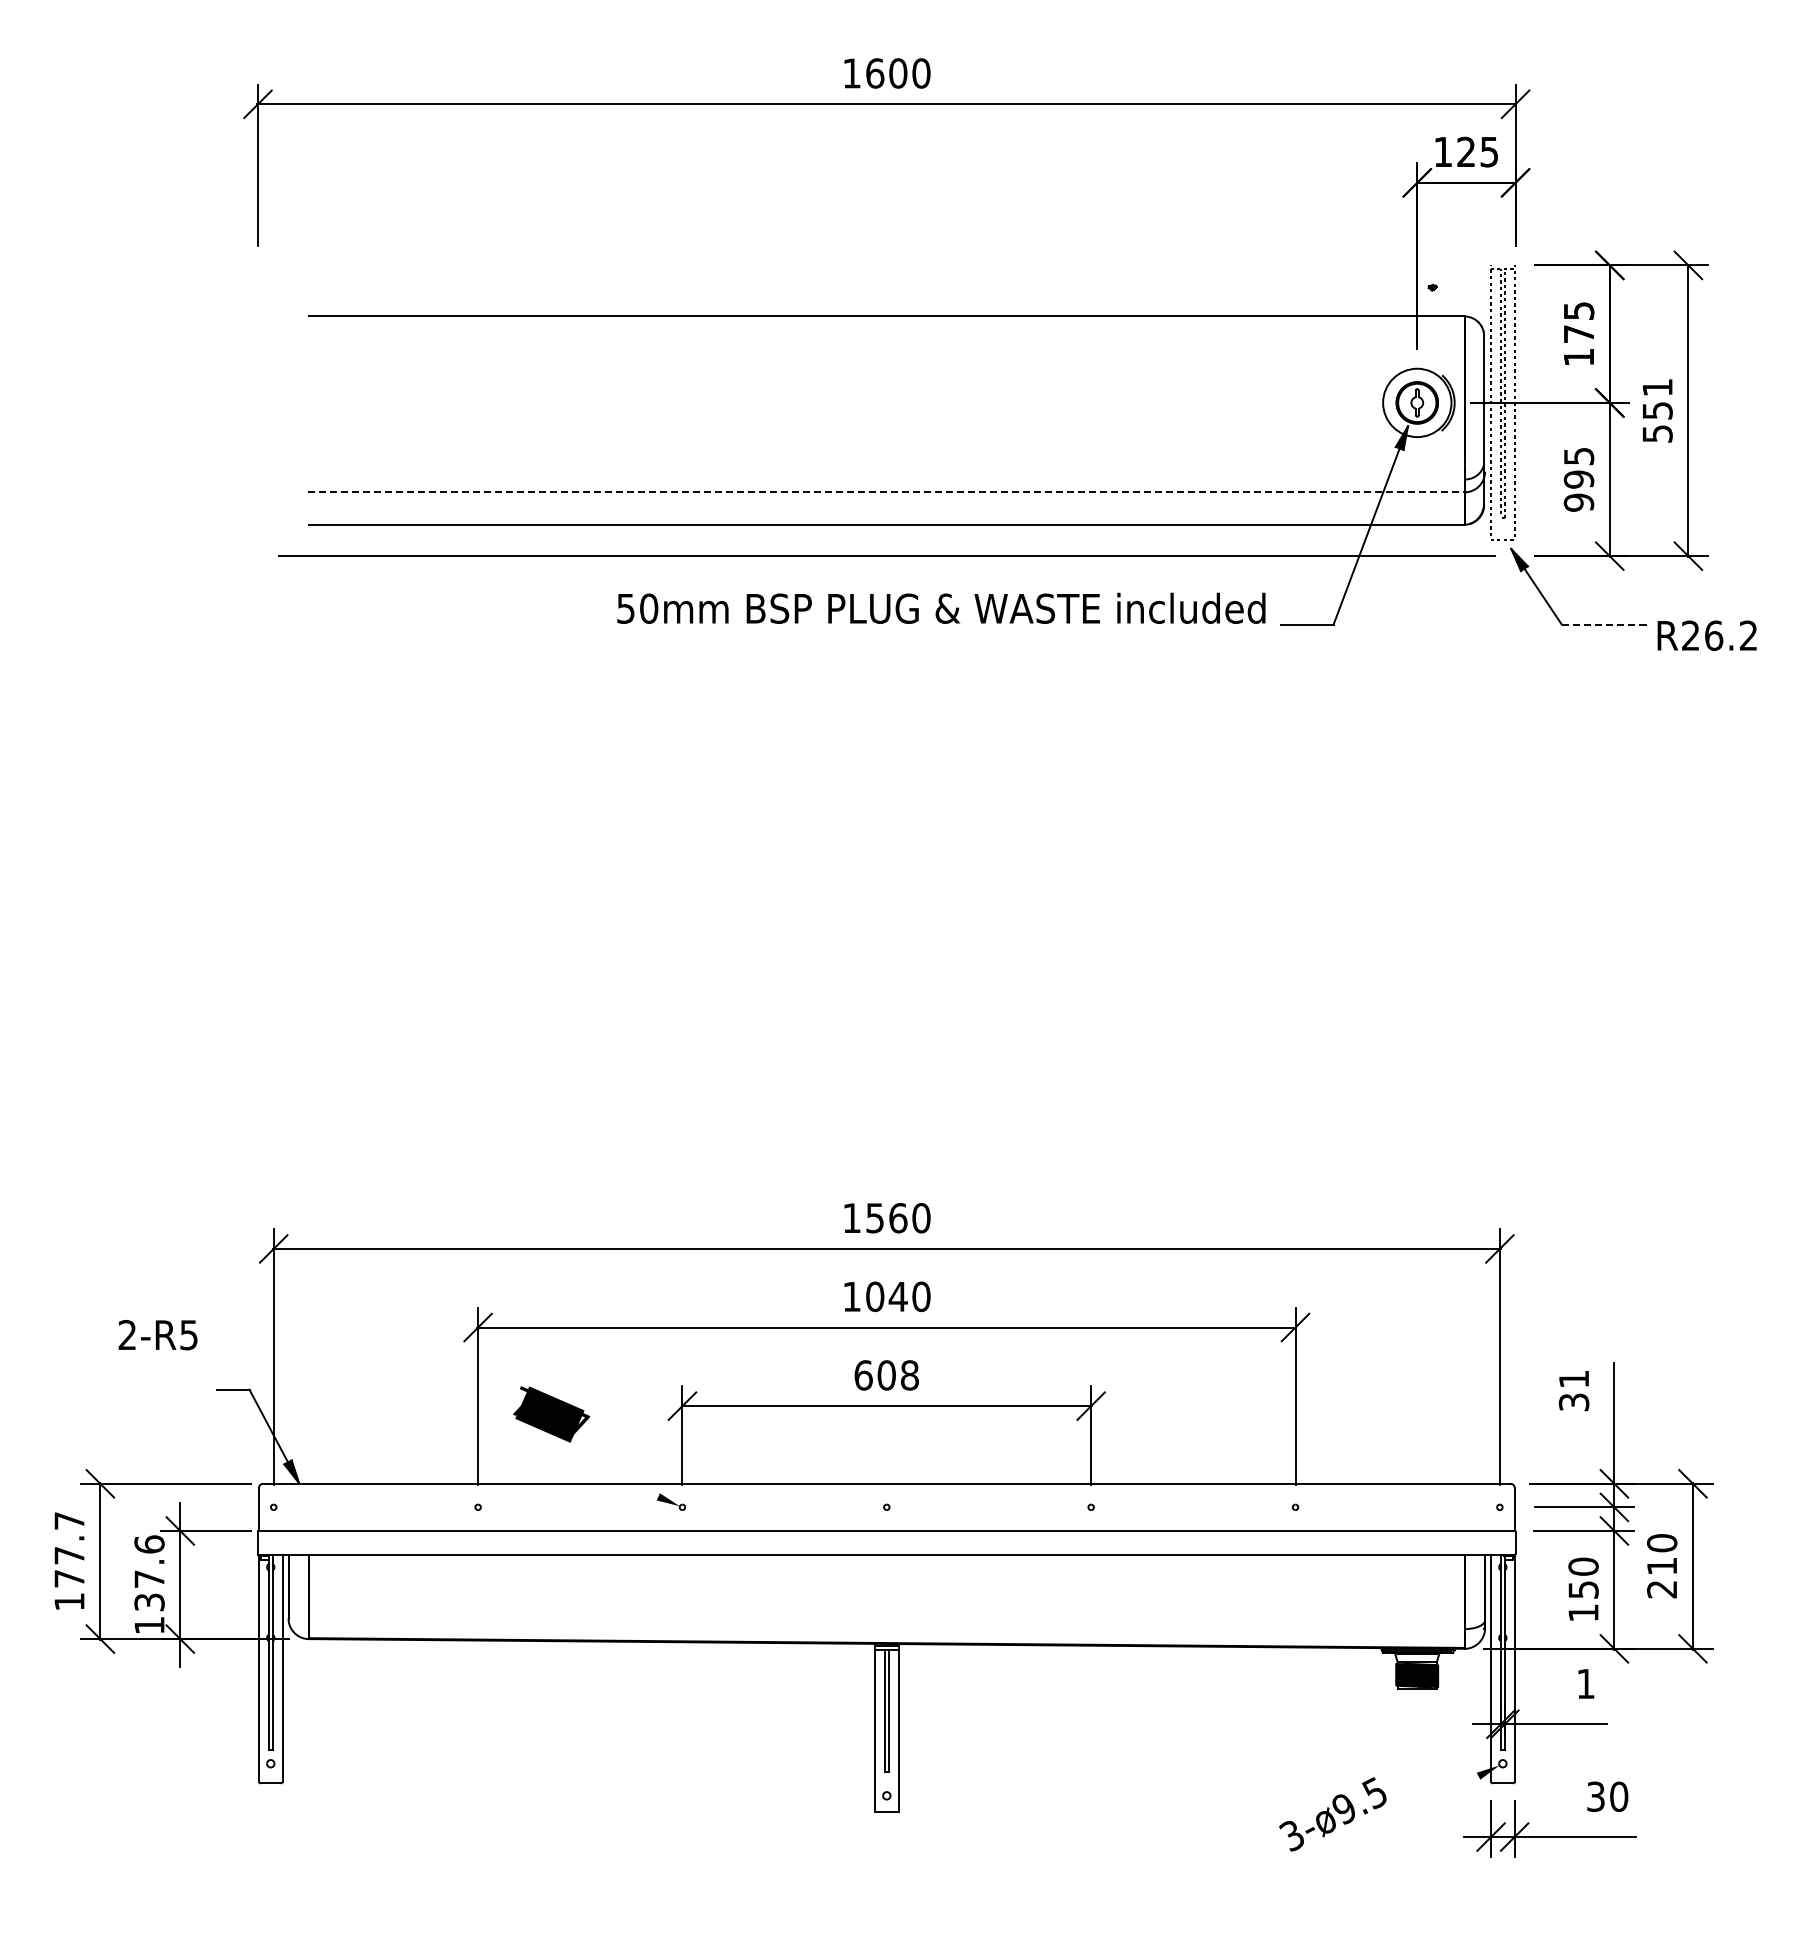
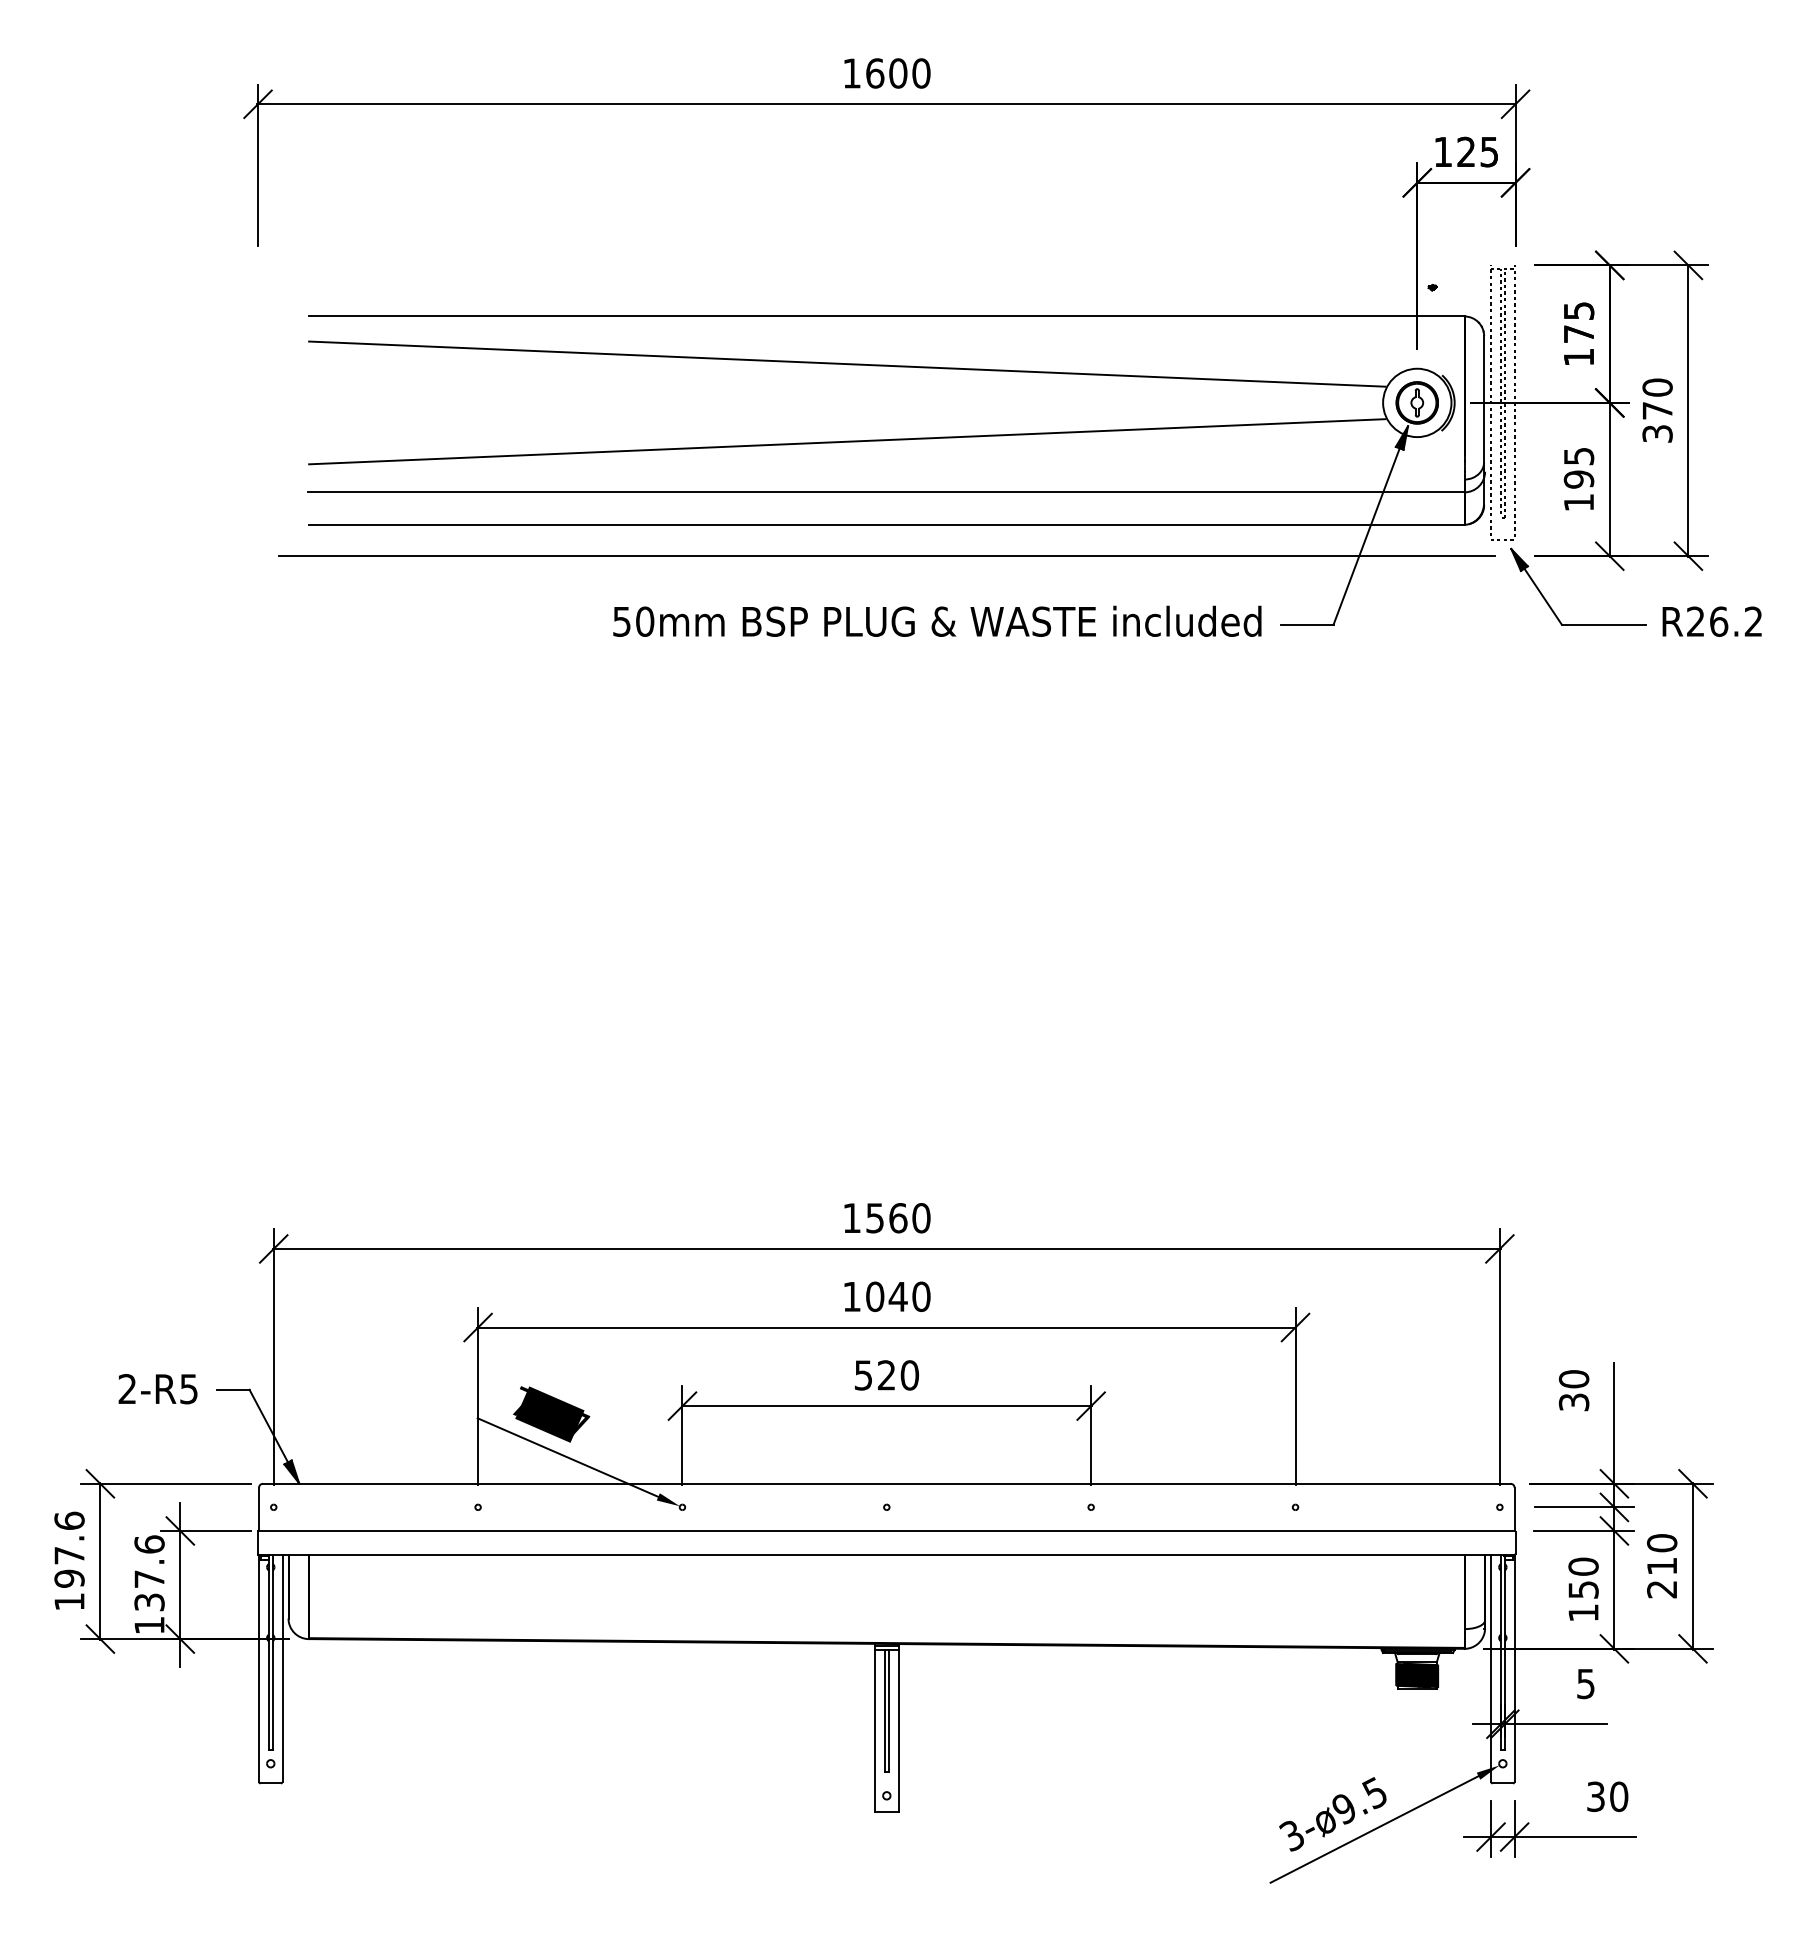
line at (847, 363): none -> present
text at (1657, 410): 551 -> 370
line at (847, 441): none -> present
line at (886, 492): dashed -> solid
text at (1578, 502): 995 -> 195
text at (941, 607) position: (941, 607) -> (937, 620)
line at (1603, 624): dashed -> solid
text at (1706, 635) position: (1706, 635) -> (1711, 621)
text at (157, 1335) position: (157, 1335) -> (157, 1389)
text at (886, 1375): 608 -> 520
text at (1573, 1379): 31 -> 30
line at (567, 1457): none -> present
text at (69, 1549): 177.7 -> 197.6
text at (1585, 1684): 1 -> 5
line at (1374, 1829): none -> present
